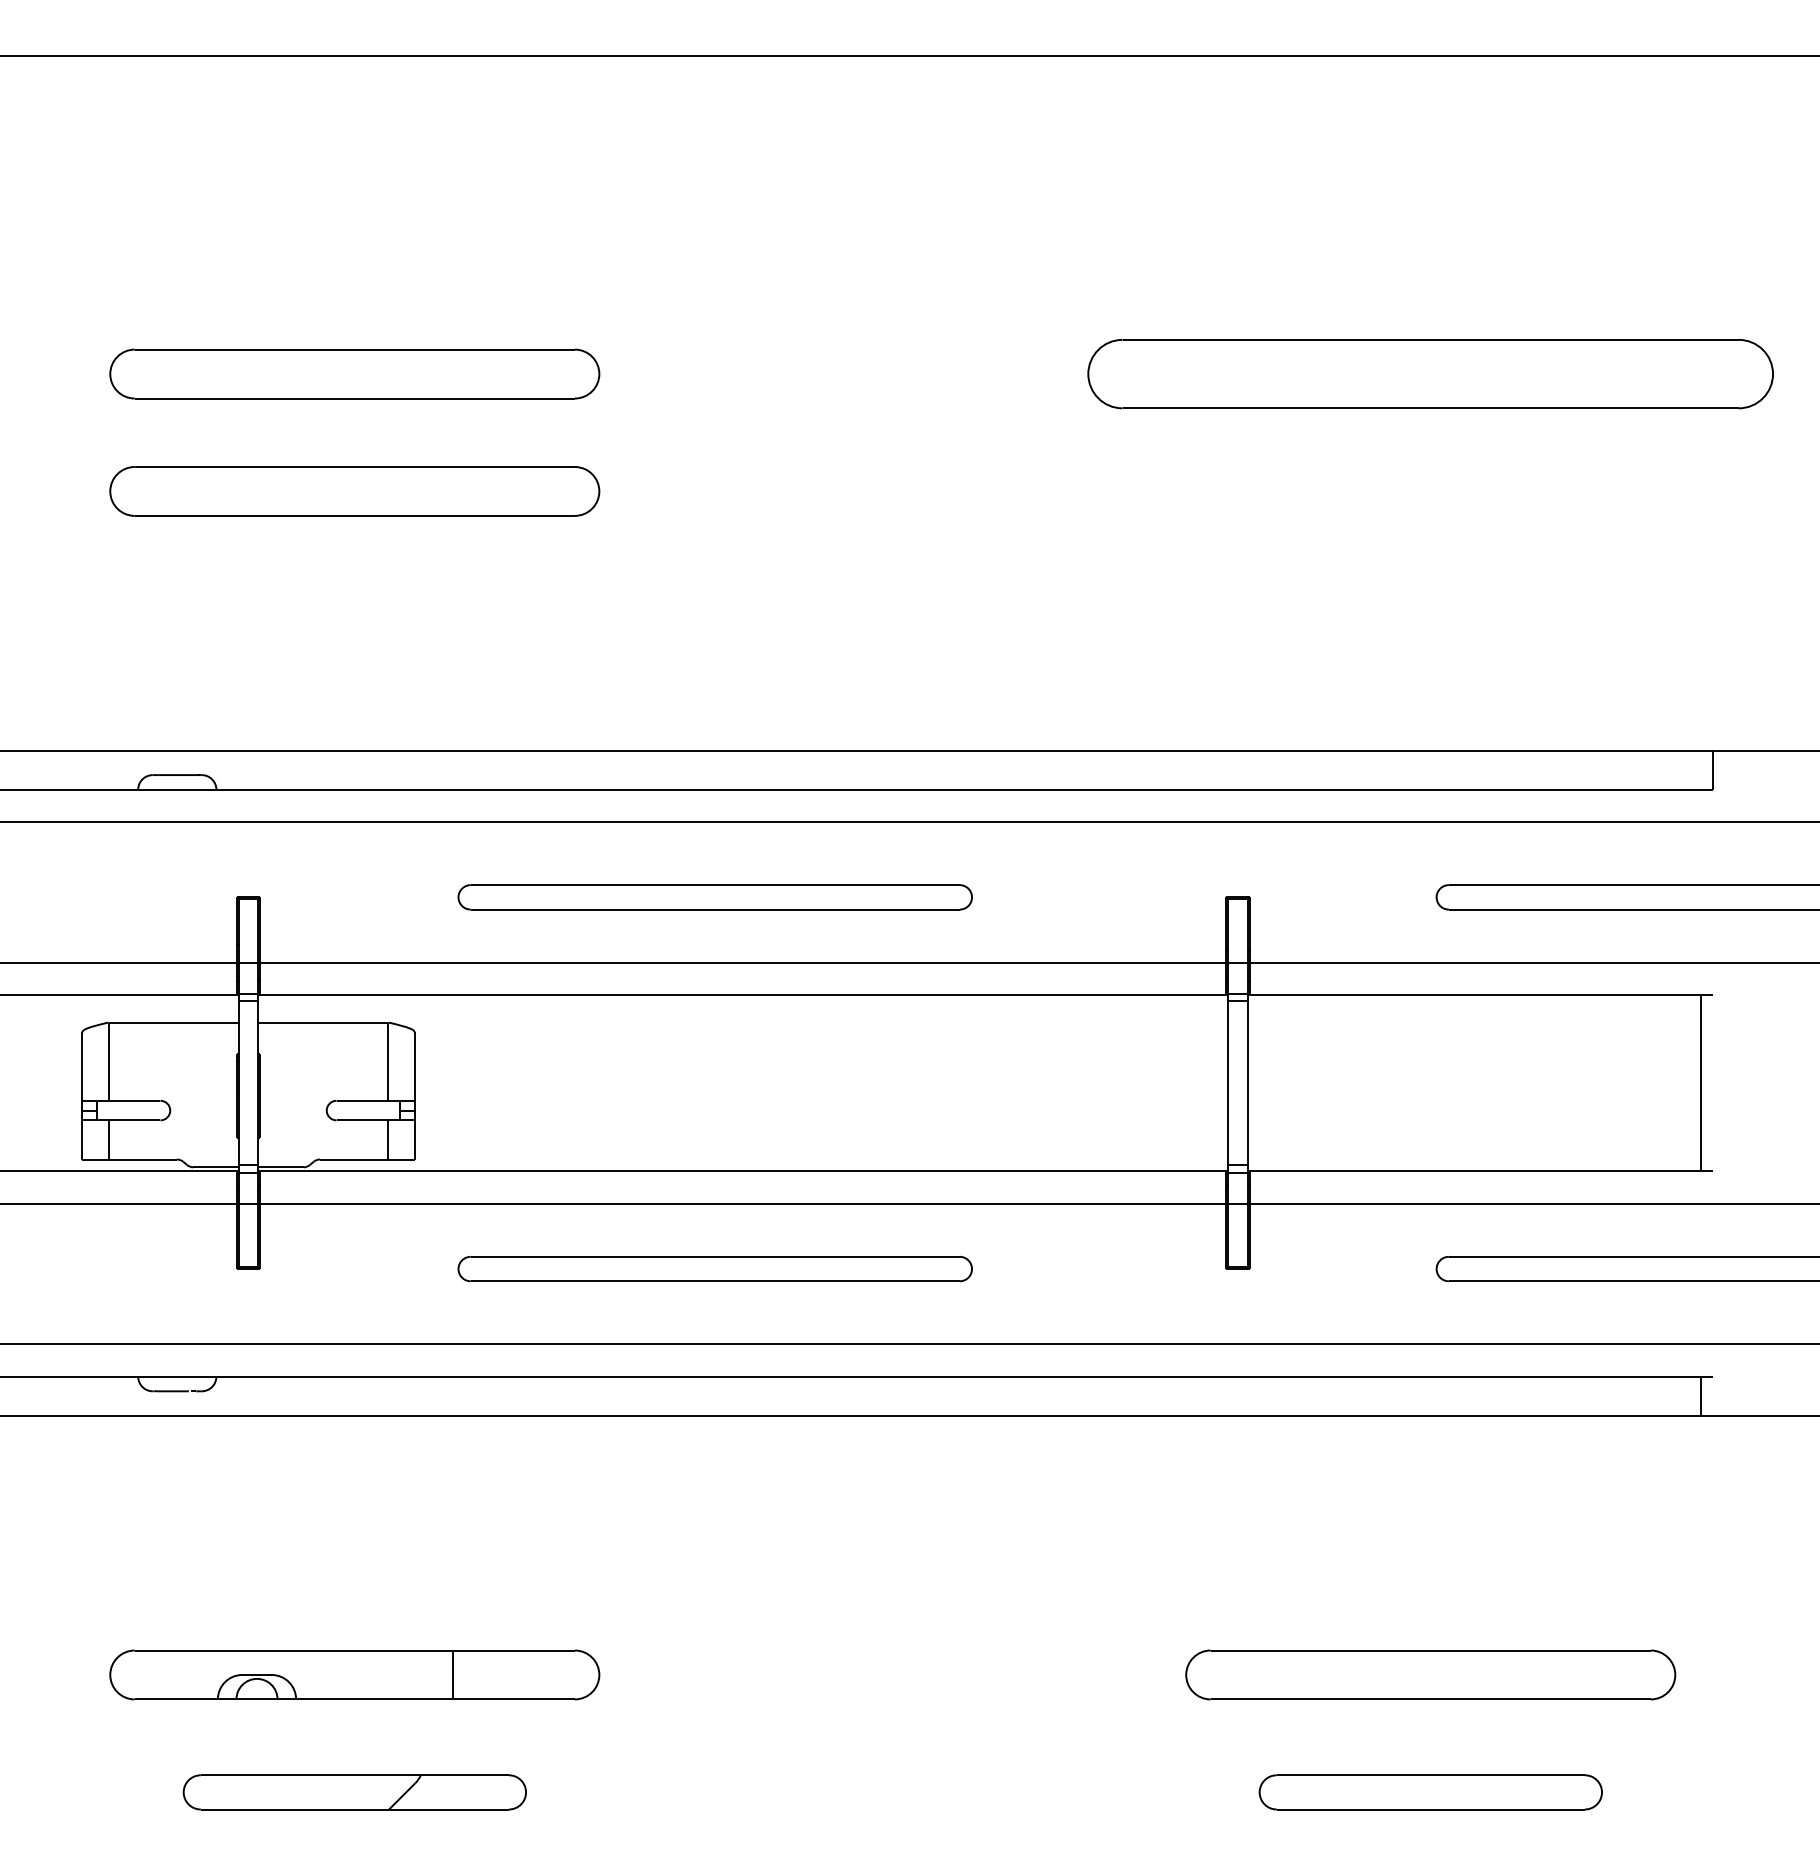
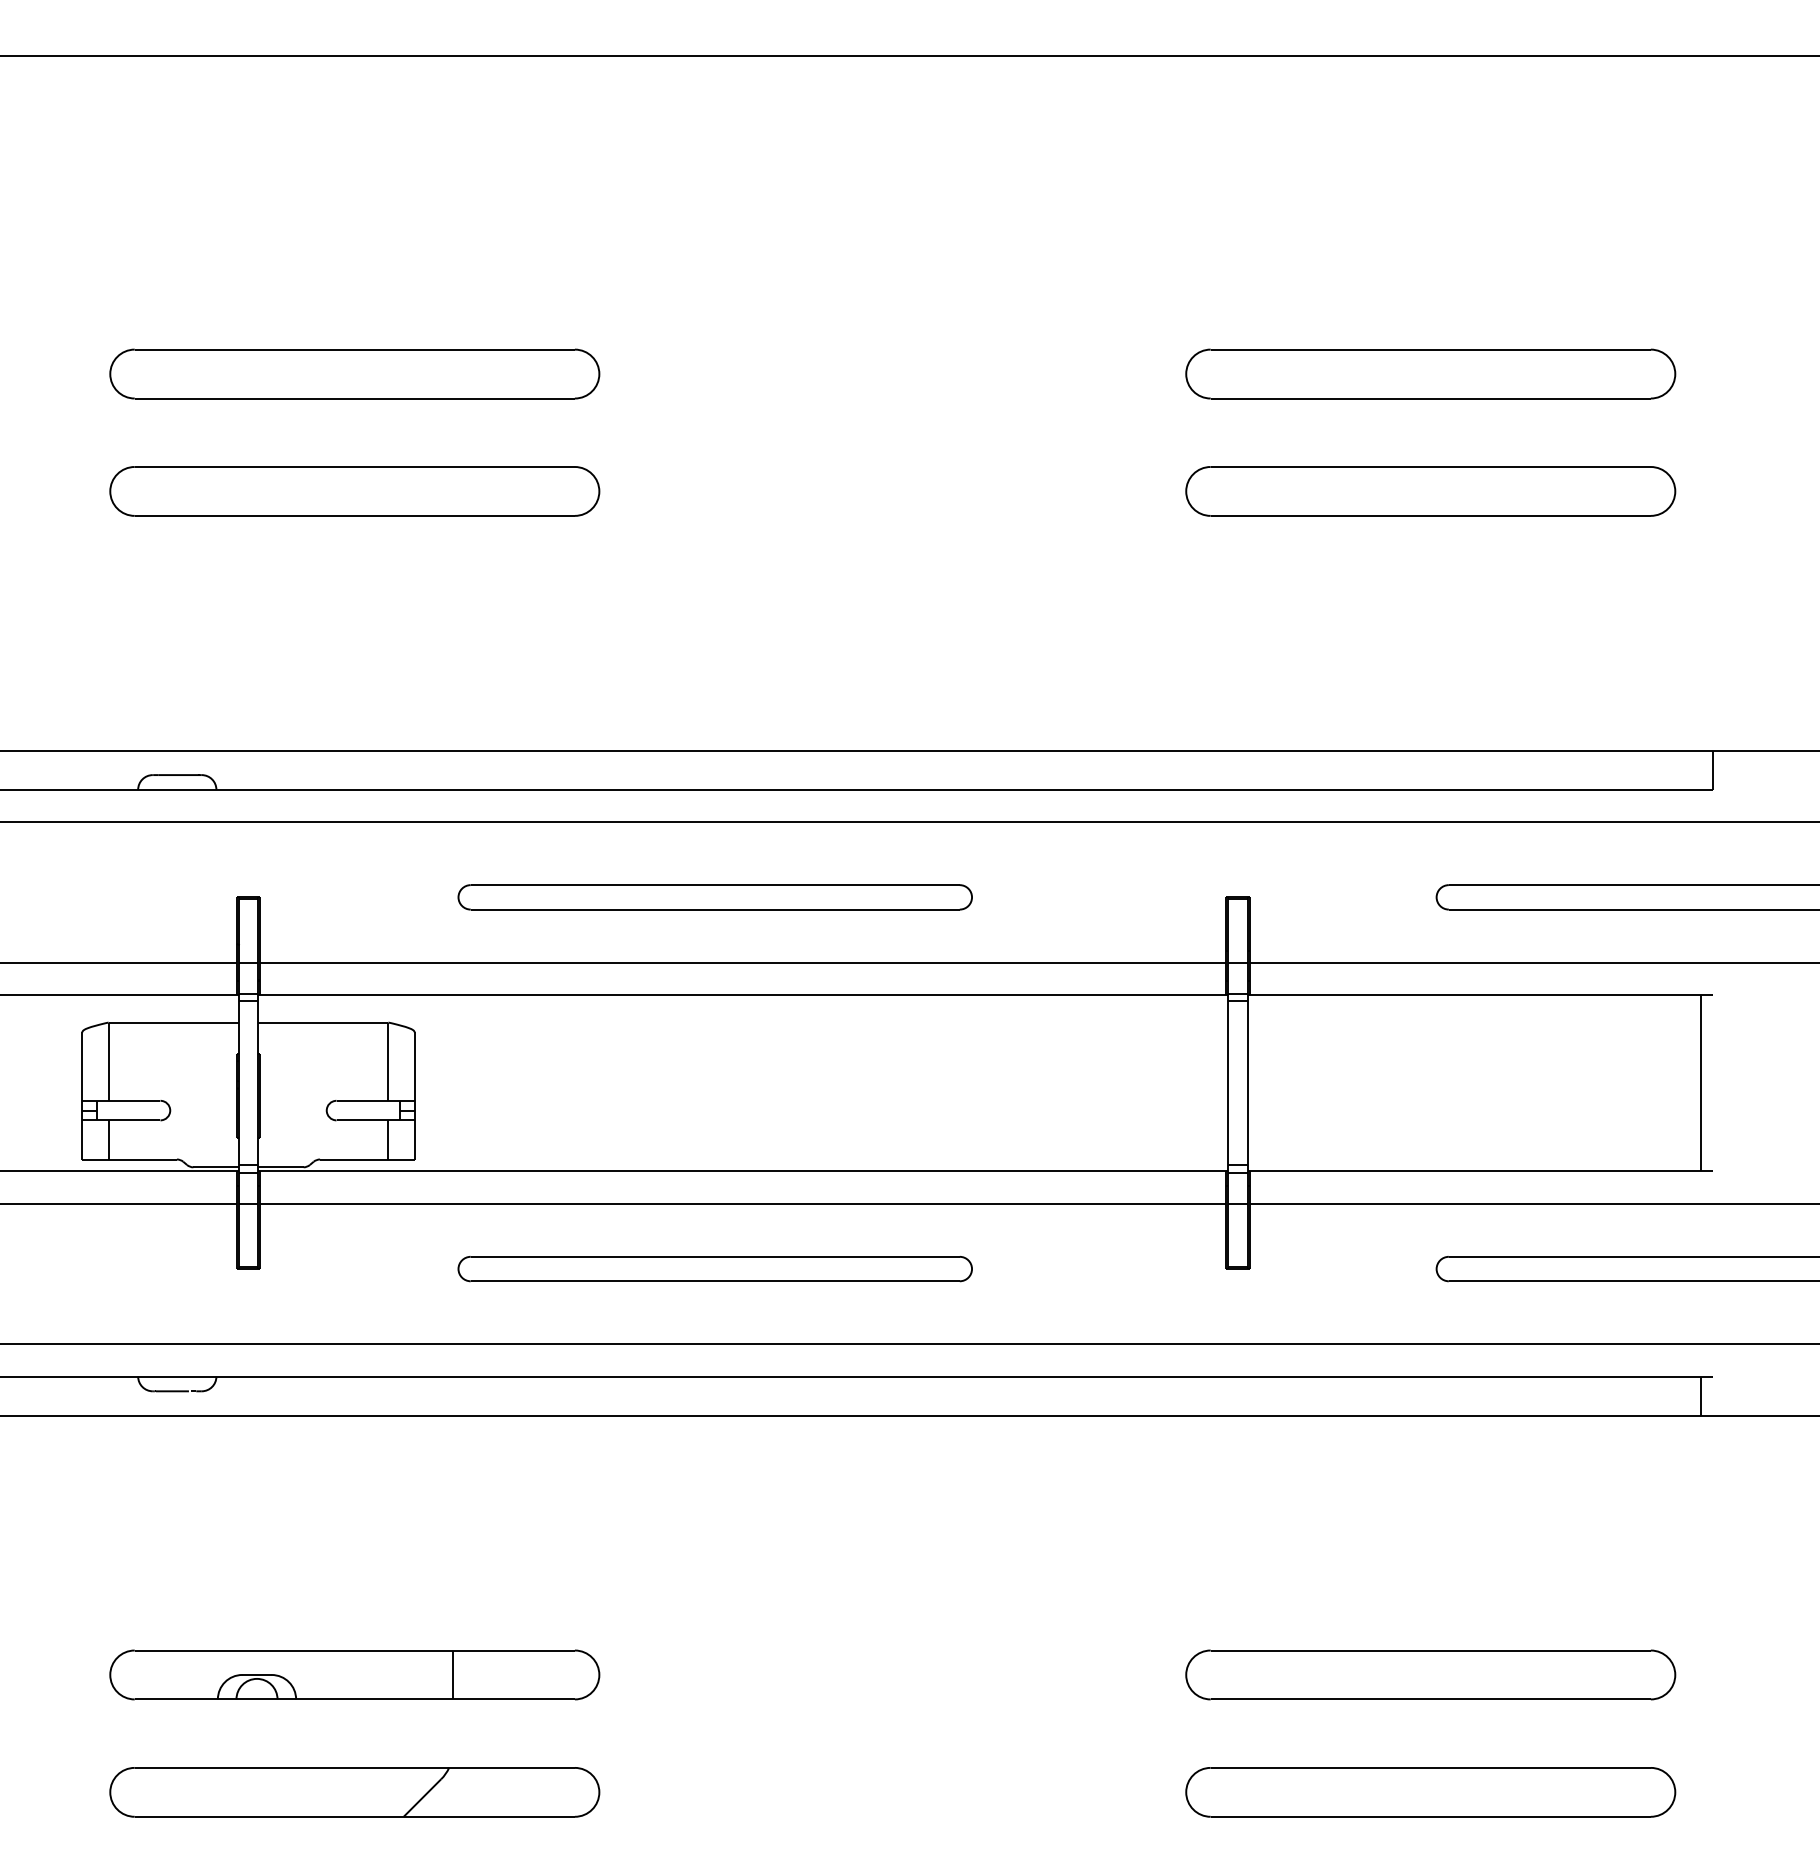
part at (1430, 374) size: 687x71 px -> 492x52 px
part at (1430, 491): none -> present
part at (354, 1792) size: 345x37 px -> 492x51 px
part at (1430, 1792) size: 345x37 px -> 492x51 px
